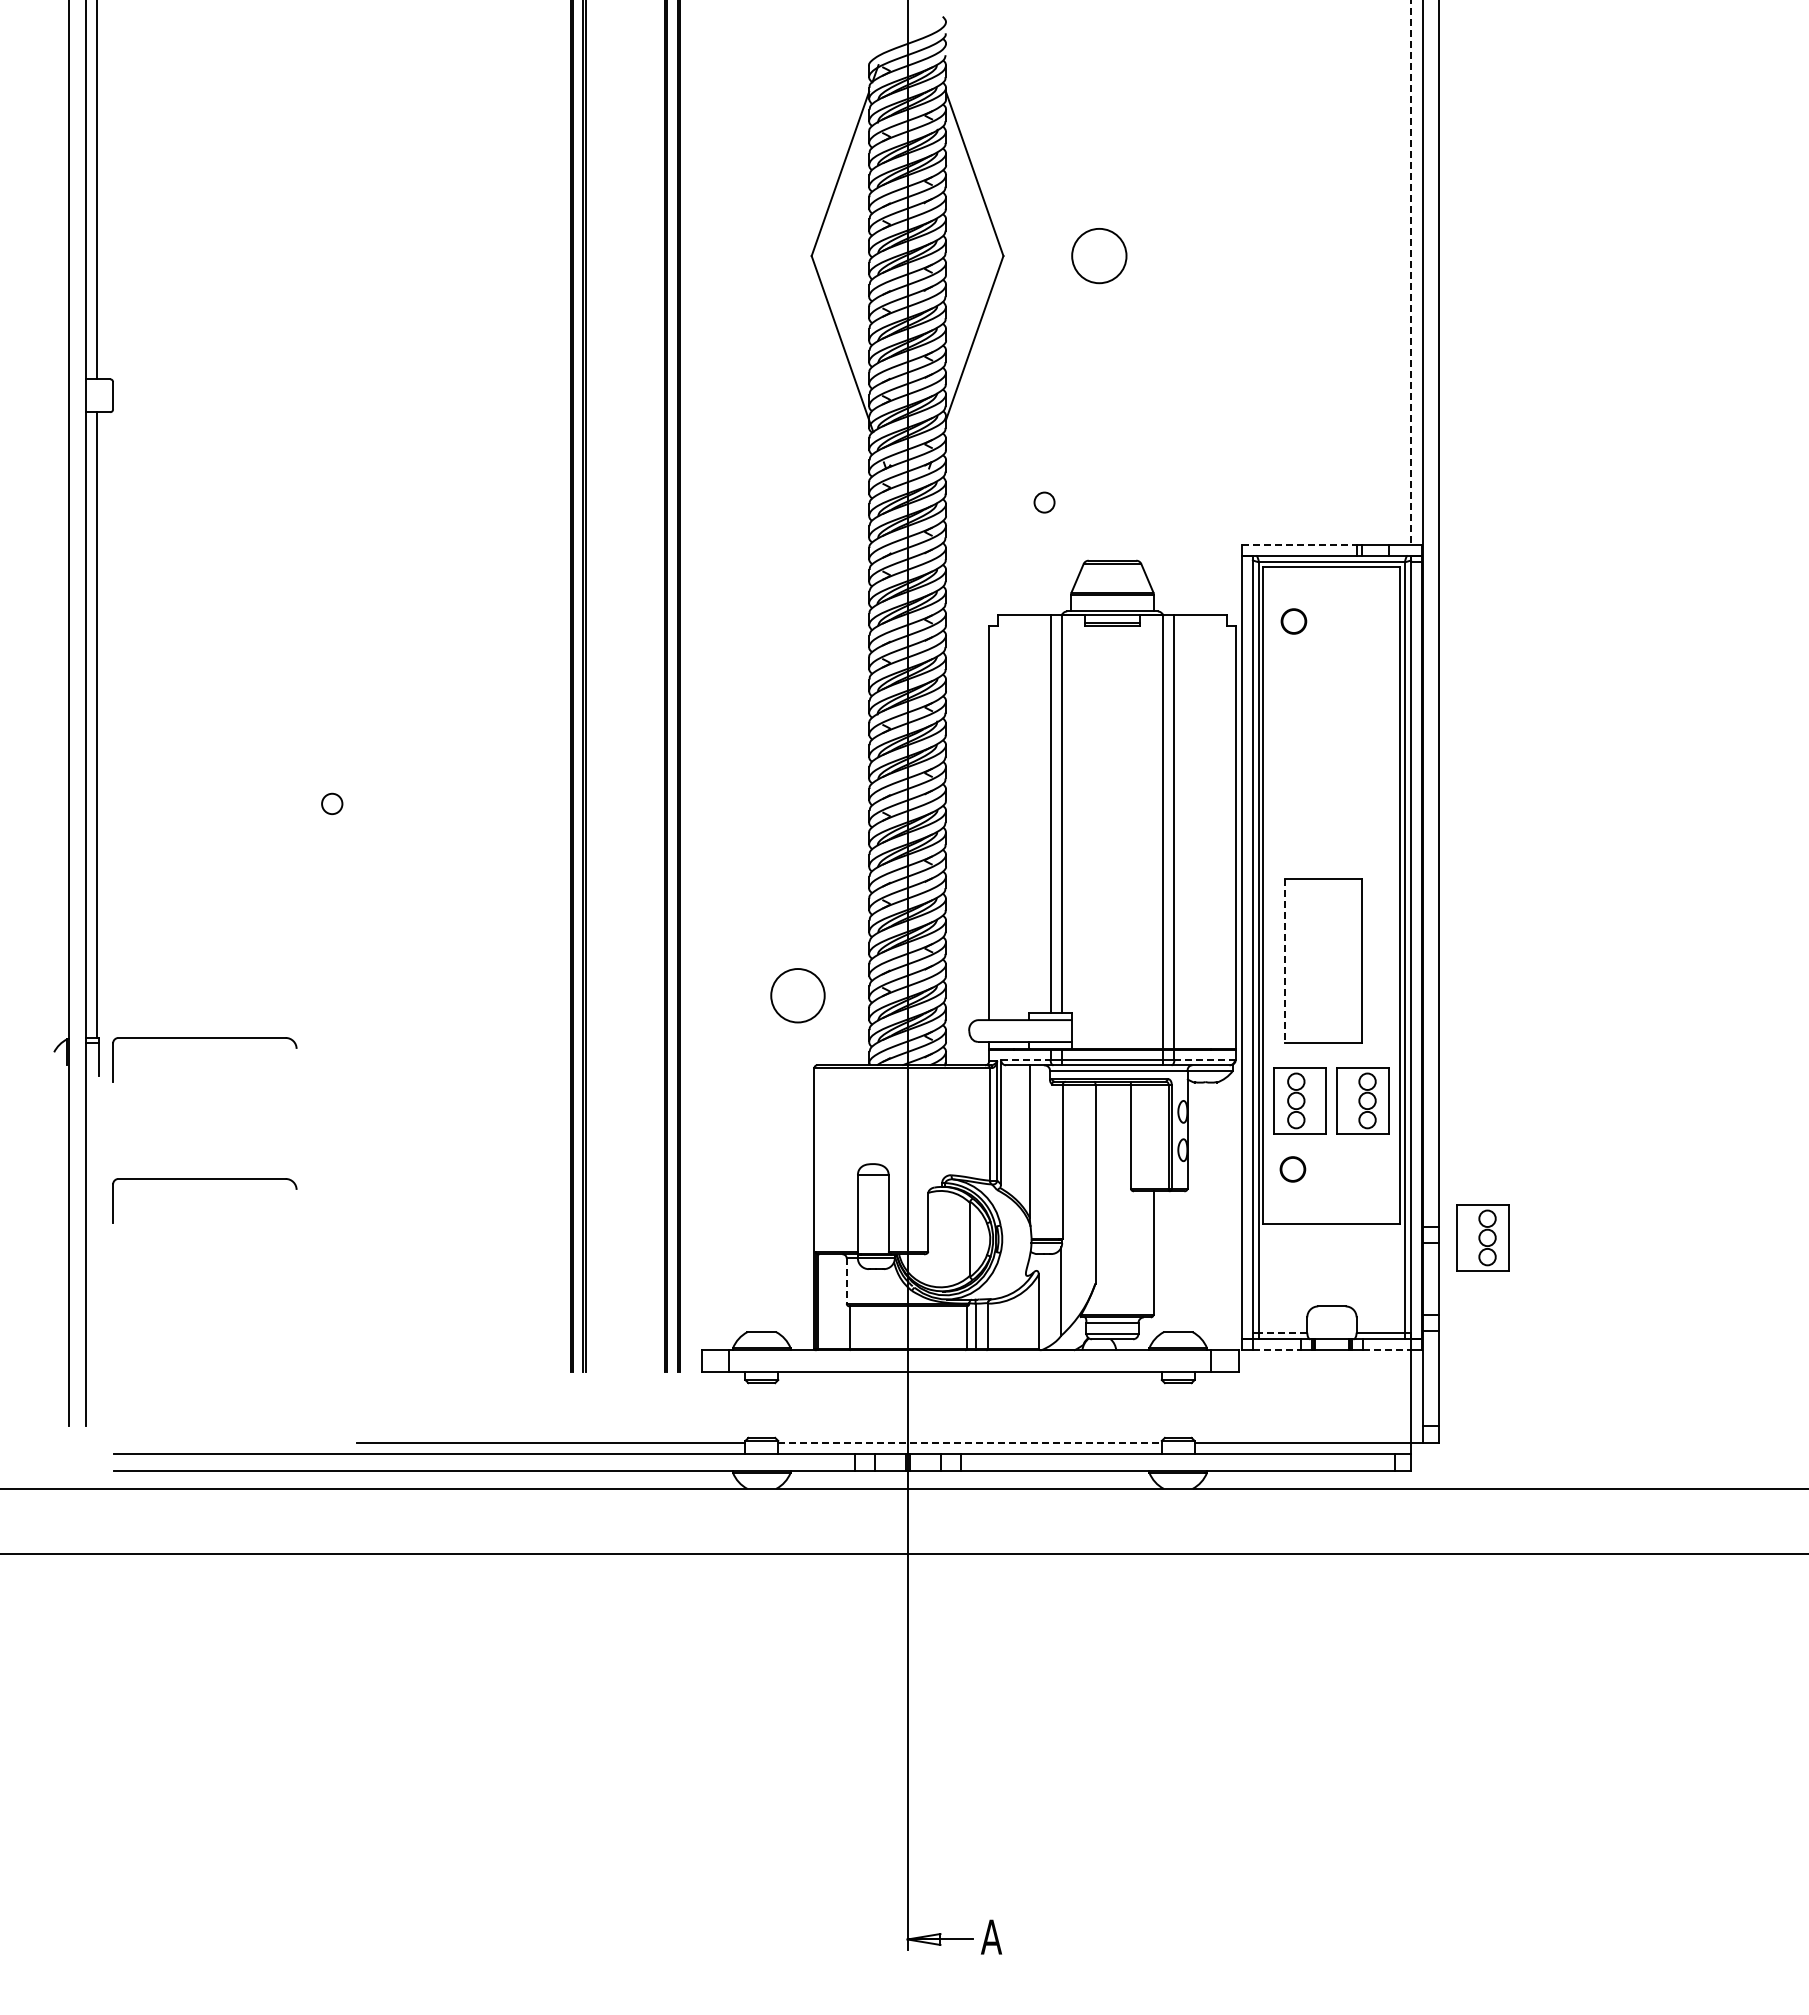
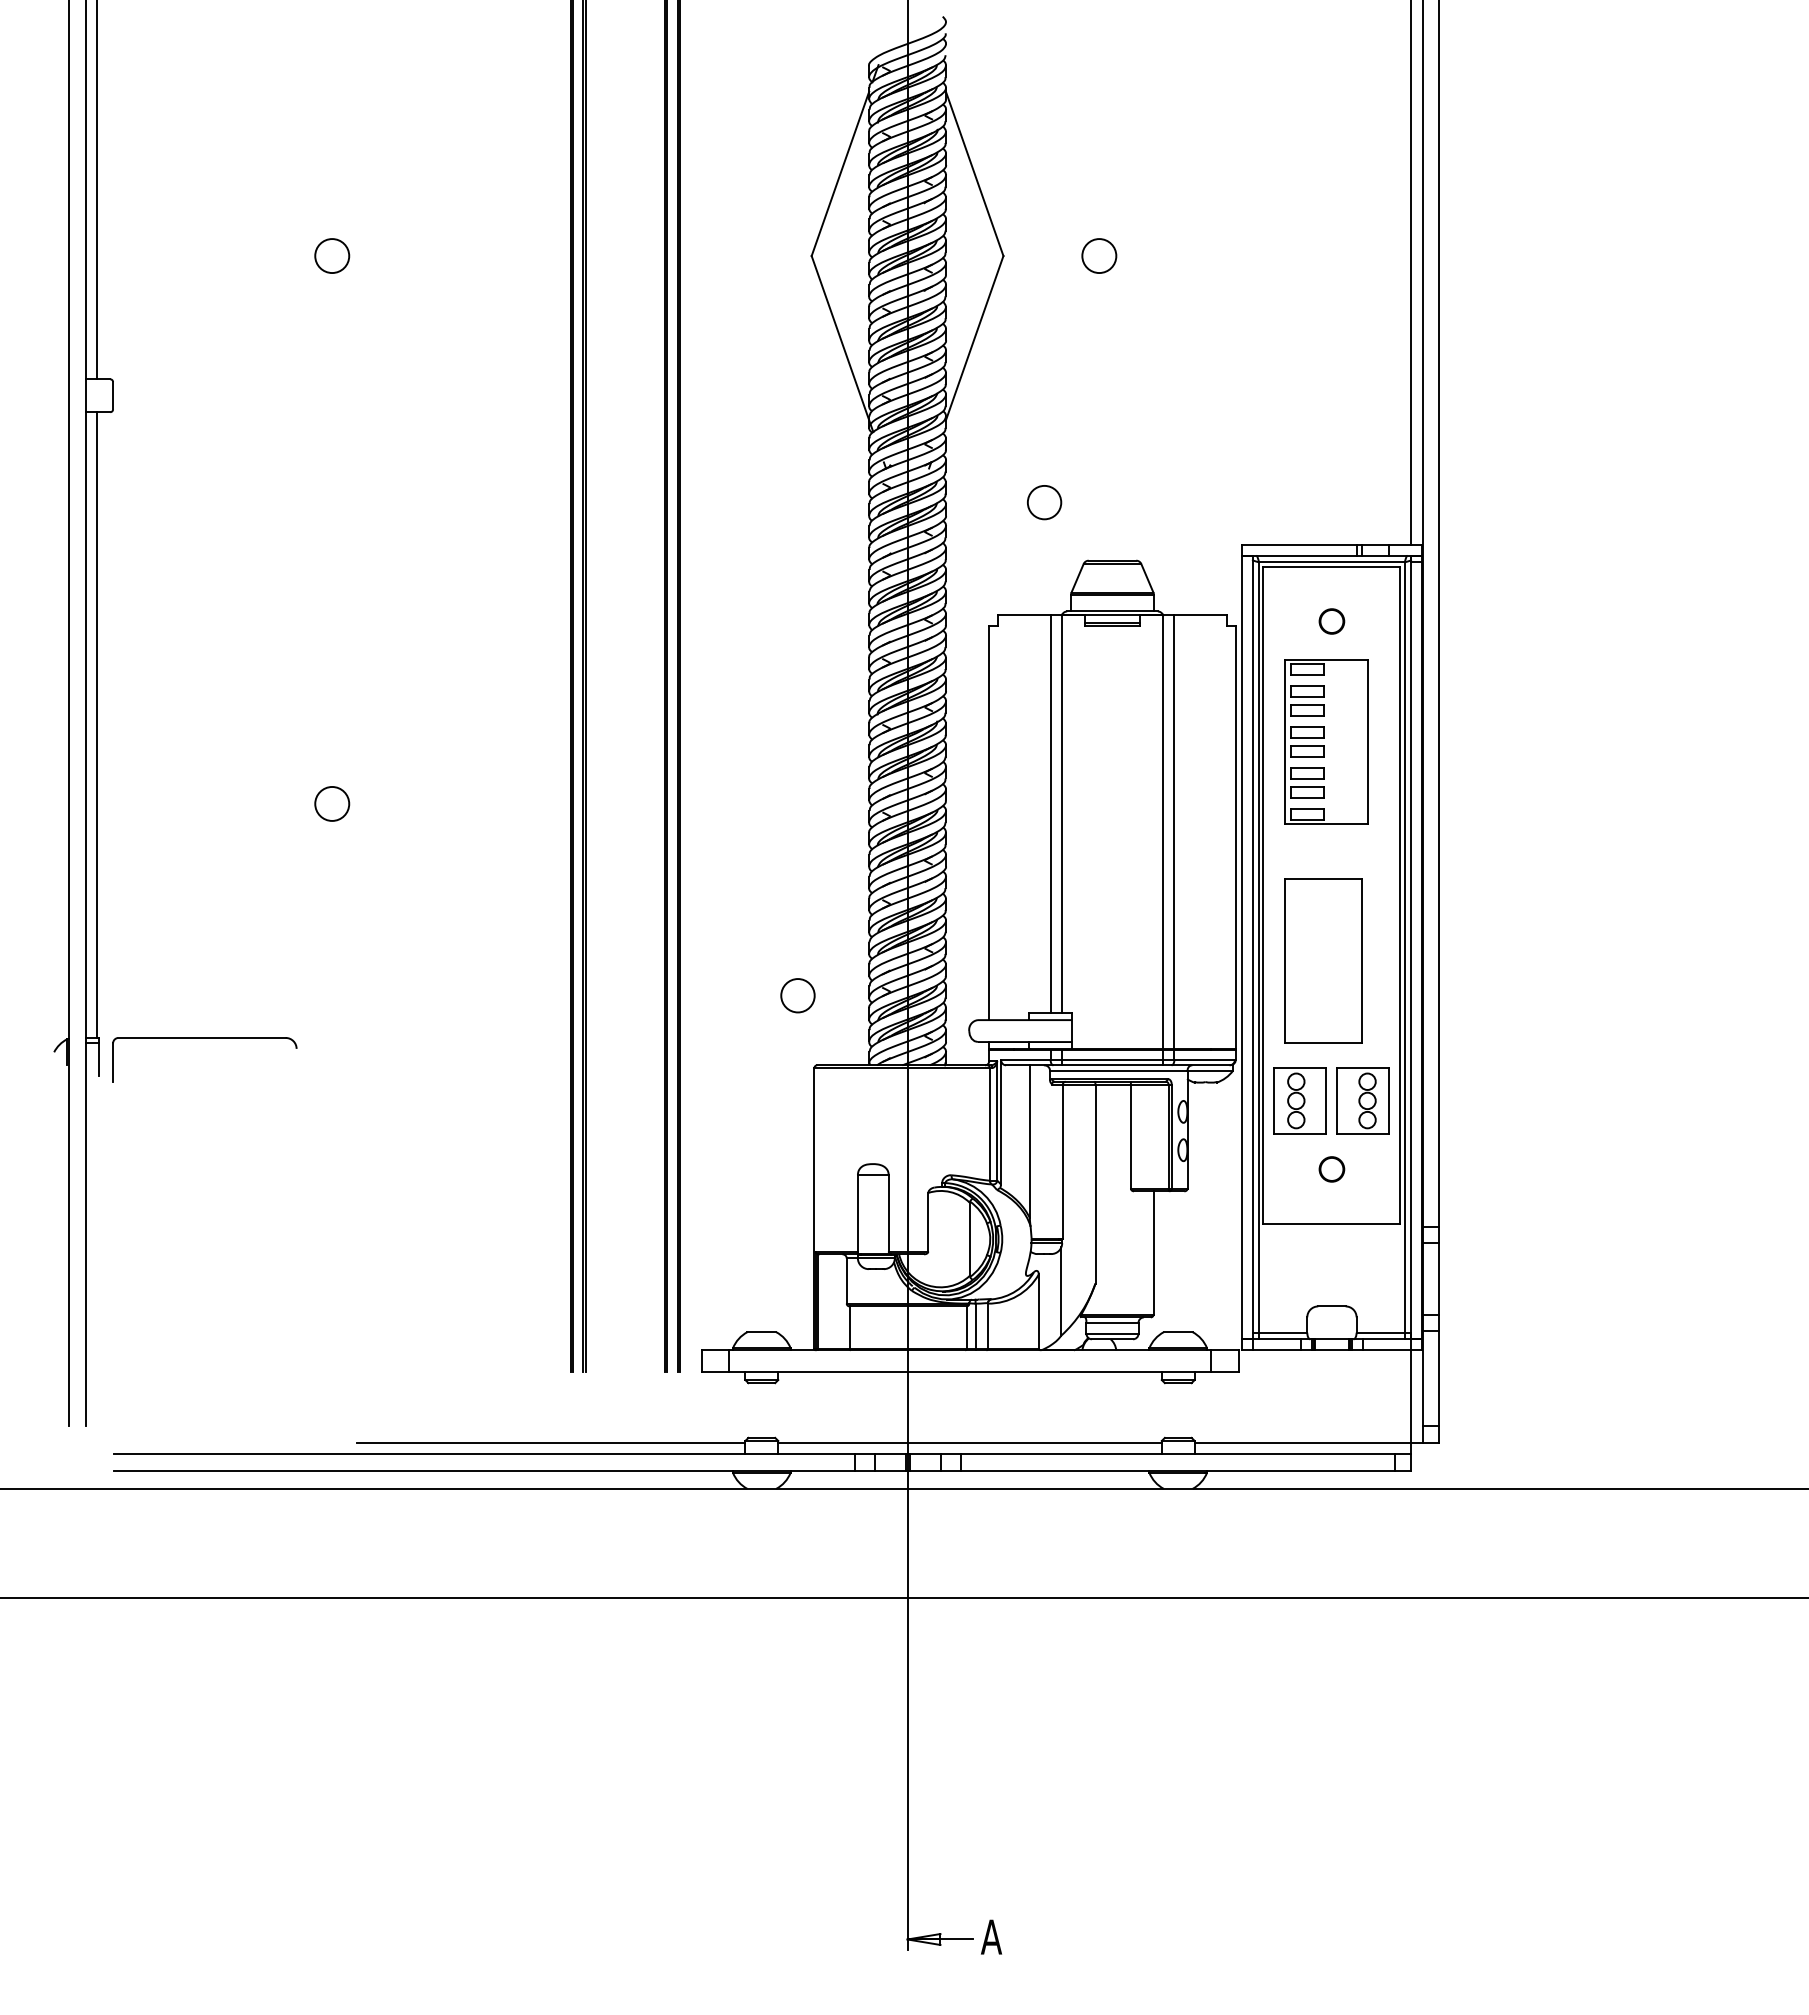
circle at (332, 255): none -> present
circle at (1099, 255) diameter: 54 px -> 34 px
line at (1411, 272): dashed -> solid
circle at (1044, 502) diameter: 20 px -> 33 px
line at (1299, 544): dashed -> solid
part at (1293, 621) position: (1293, 621) -> (1331, 621)
part at (1326, 741): none -> present
circle at (332, 803) diameter: 20 px -> 34 px
line at (1285, 961): dashed -> solid
circle at (797, 995) diameter: 53 px -> 33 px
line at (1025, 1059): dashed -> solid
line at (1205, 1059): dashed -> solid
part at (1292, 1169) position: (1292, 1169) -> (1331, 1169)
part at (204, 1179): present -> none
part at (1482, 1237): present -> none
line at (846, 1281): dashed -> solid
line at (1282, 1332): dashed -> solid
line at (1277, 1350): dashed -> solid
line at (1387, 1350): dashed -> solid
line at (970, 1442): dashed -> solid
line at (903, 1554) position: (903, 1554) -> (903, 1598)
